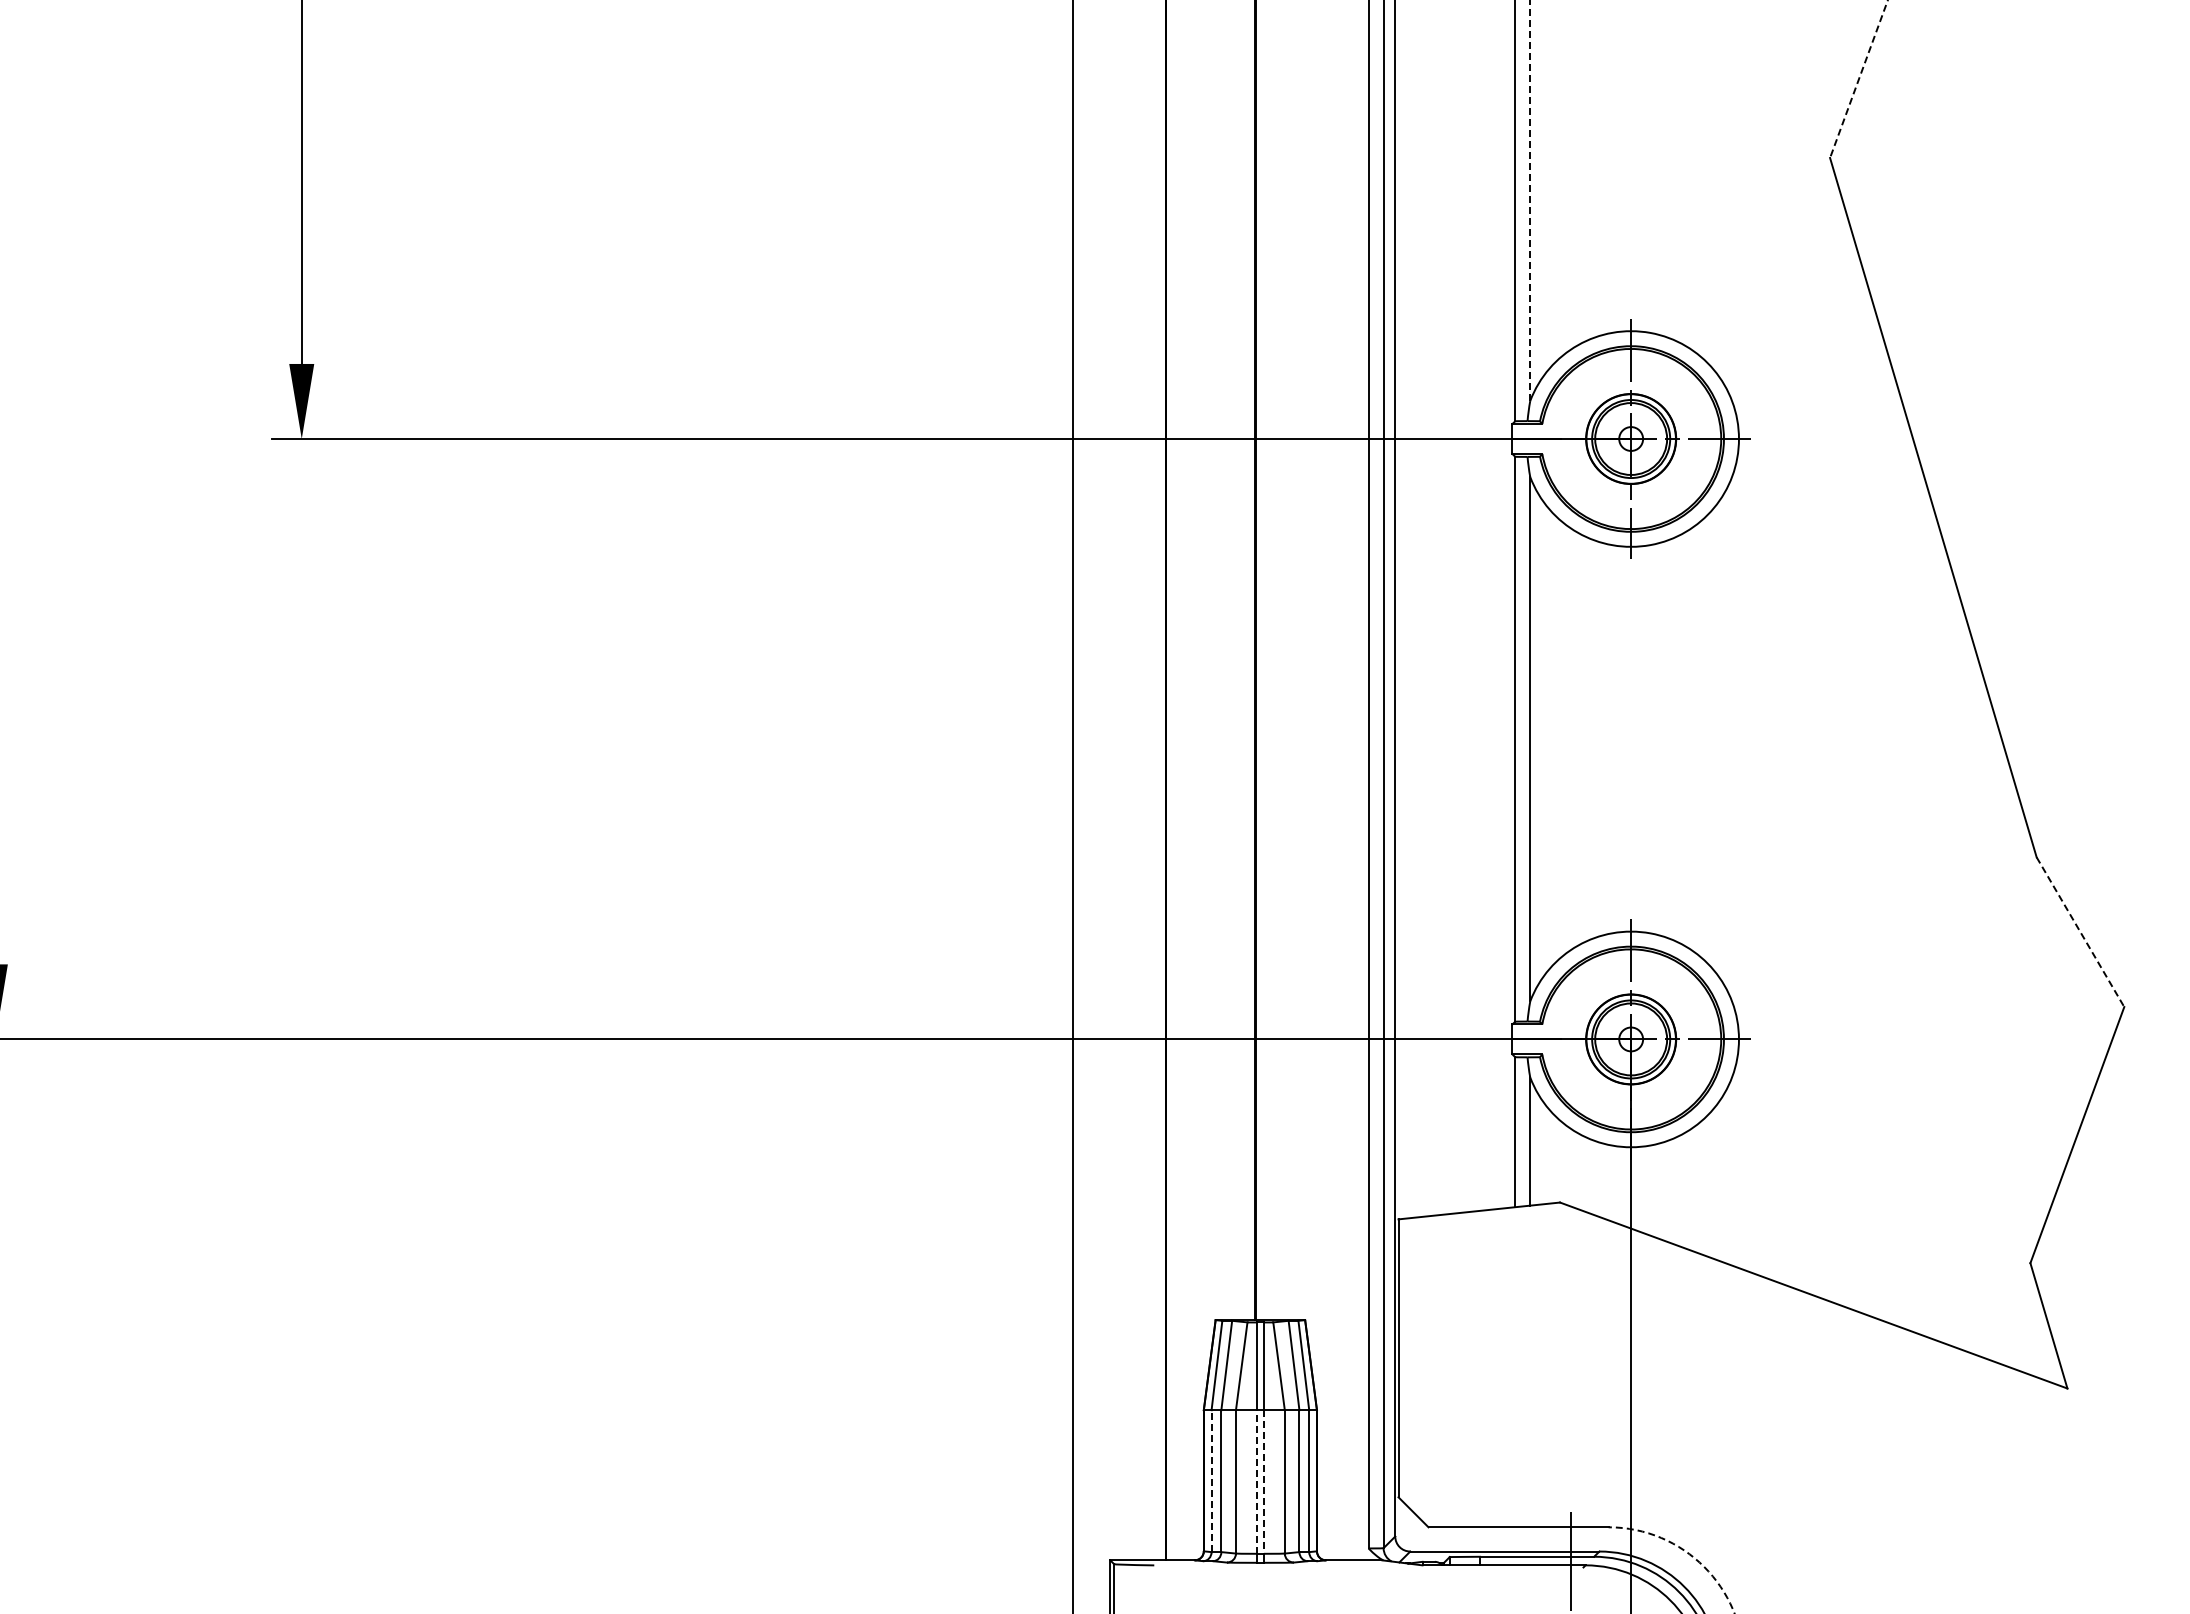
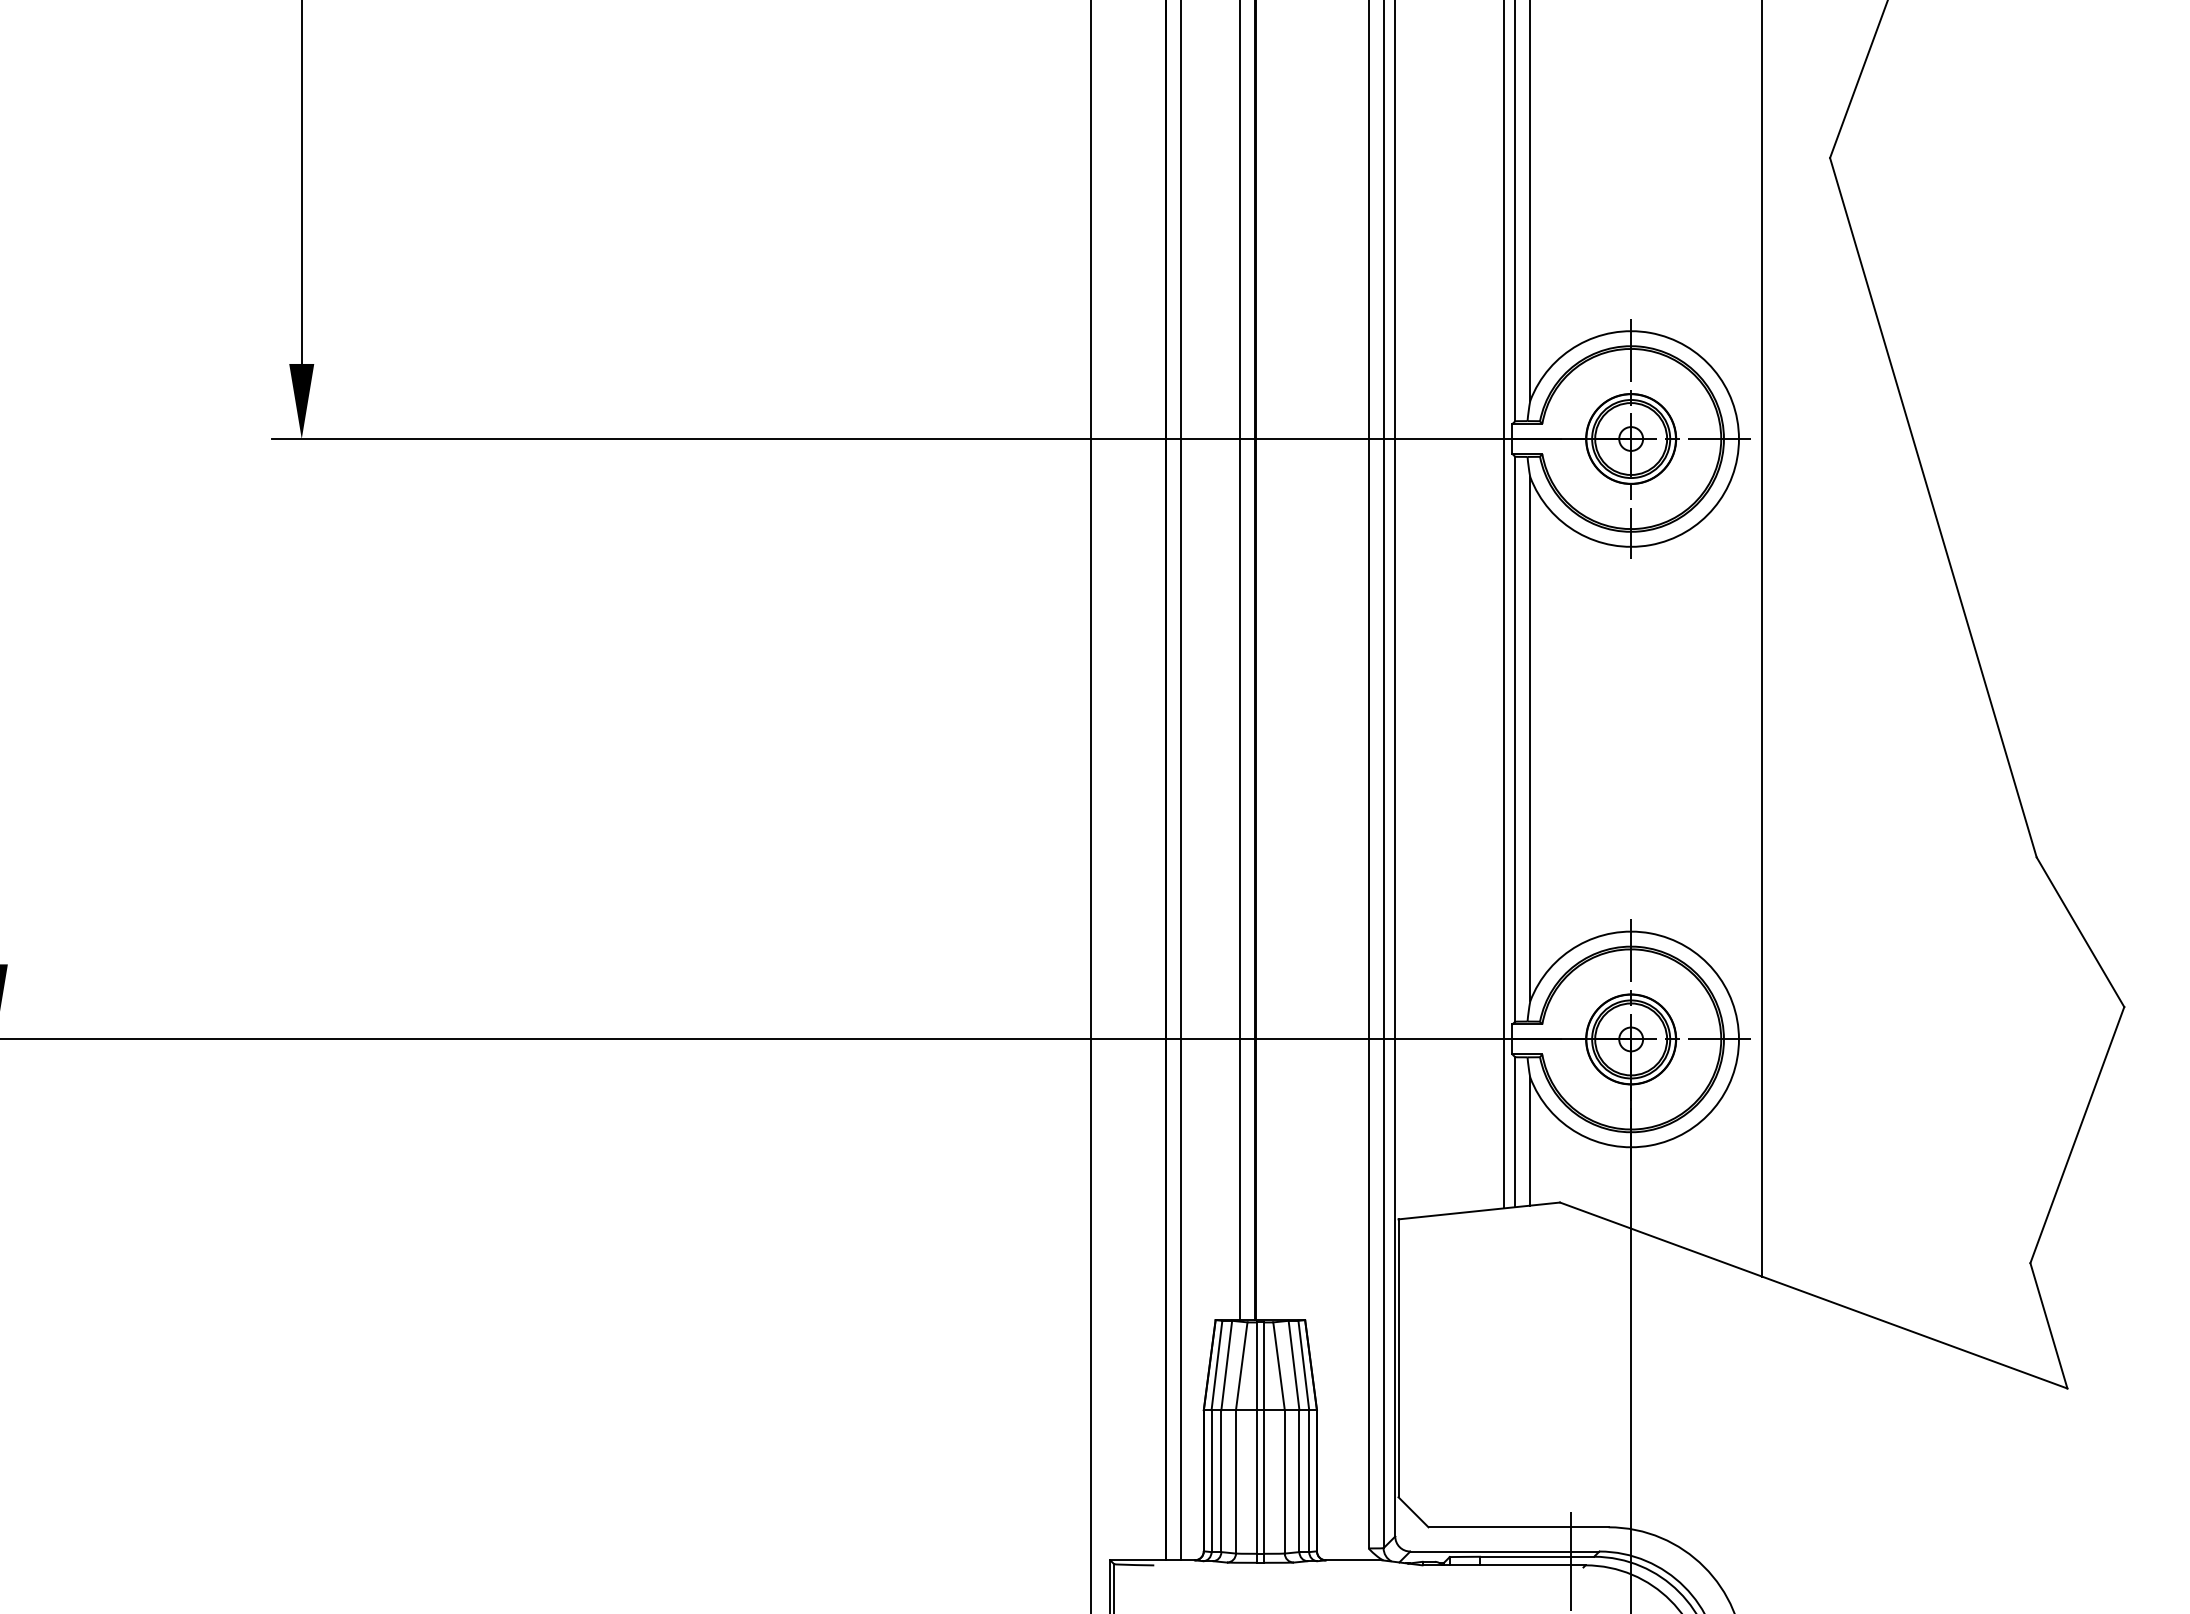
line at (1858, 79): dashed -> solid
line at (1530, 200): dashed -> solid
line at (1503, 605): none -> present
line at (1761, 639): none -> present
line at (1240, 661): none -> present
line at (1181, 781): none -> present
line at (1072, 806) position: (1072, 806) -> (1090, 806)
line at (2080, 932): dashed -> solid
line at (1211, 1481): dashed -> solid
line at (1256, 1482): dashed -> solid
line at (1263, 1482): dashed -> solid
arc at (1685, 1551): dashed -> solid
